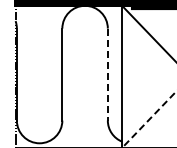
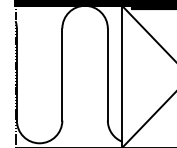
line at (107, 75): dashed -> solid
line at (149, 119): dashed -> solid
